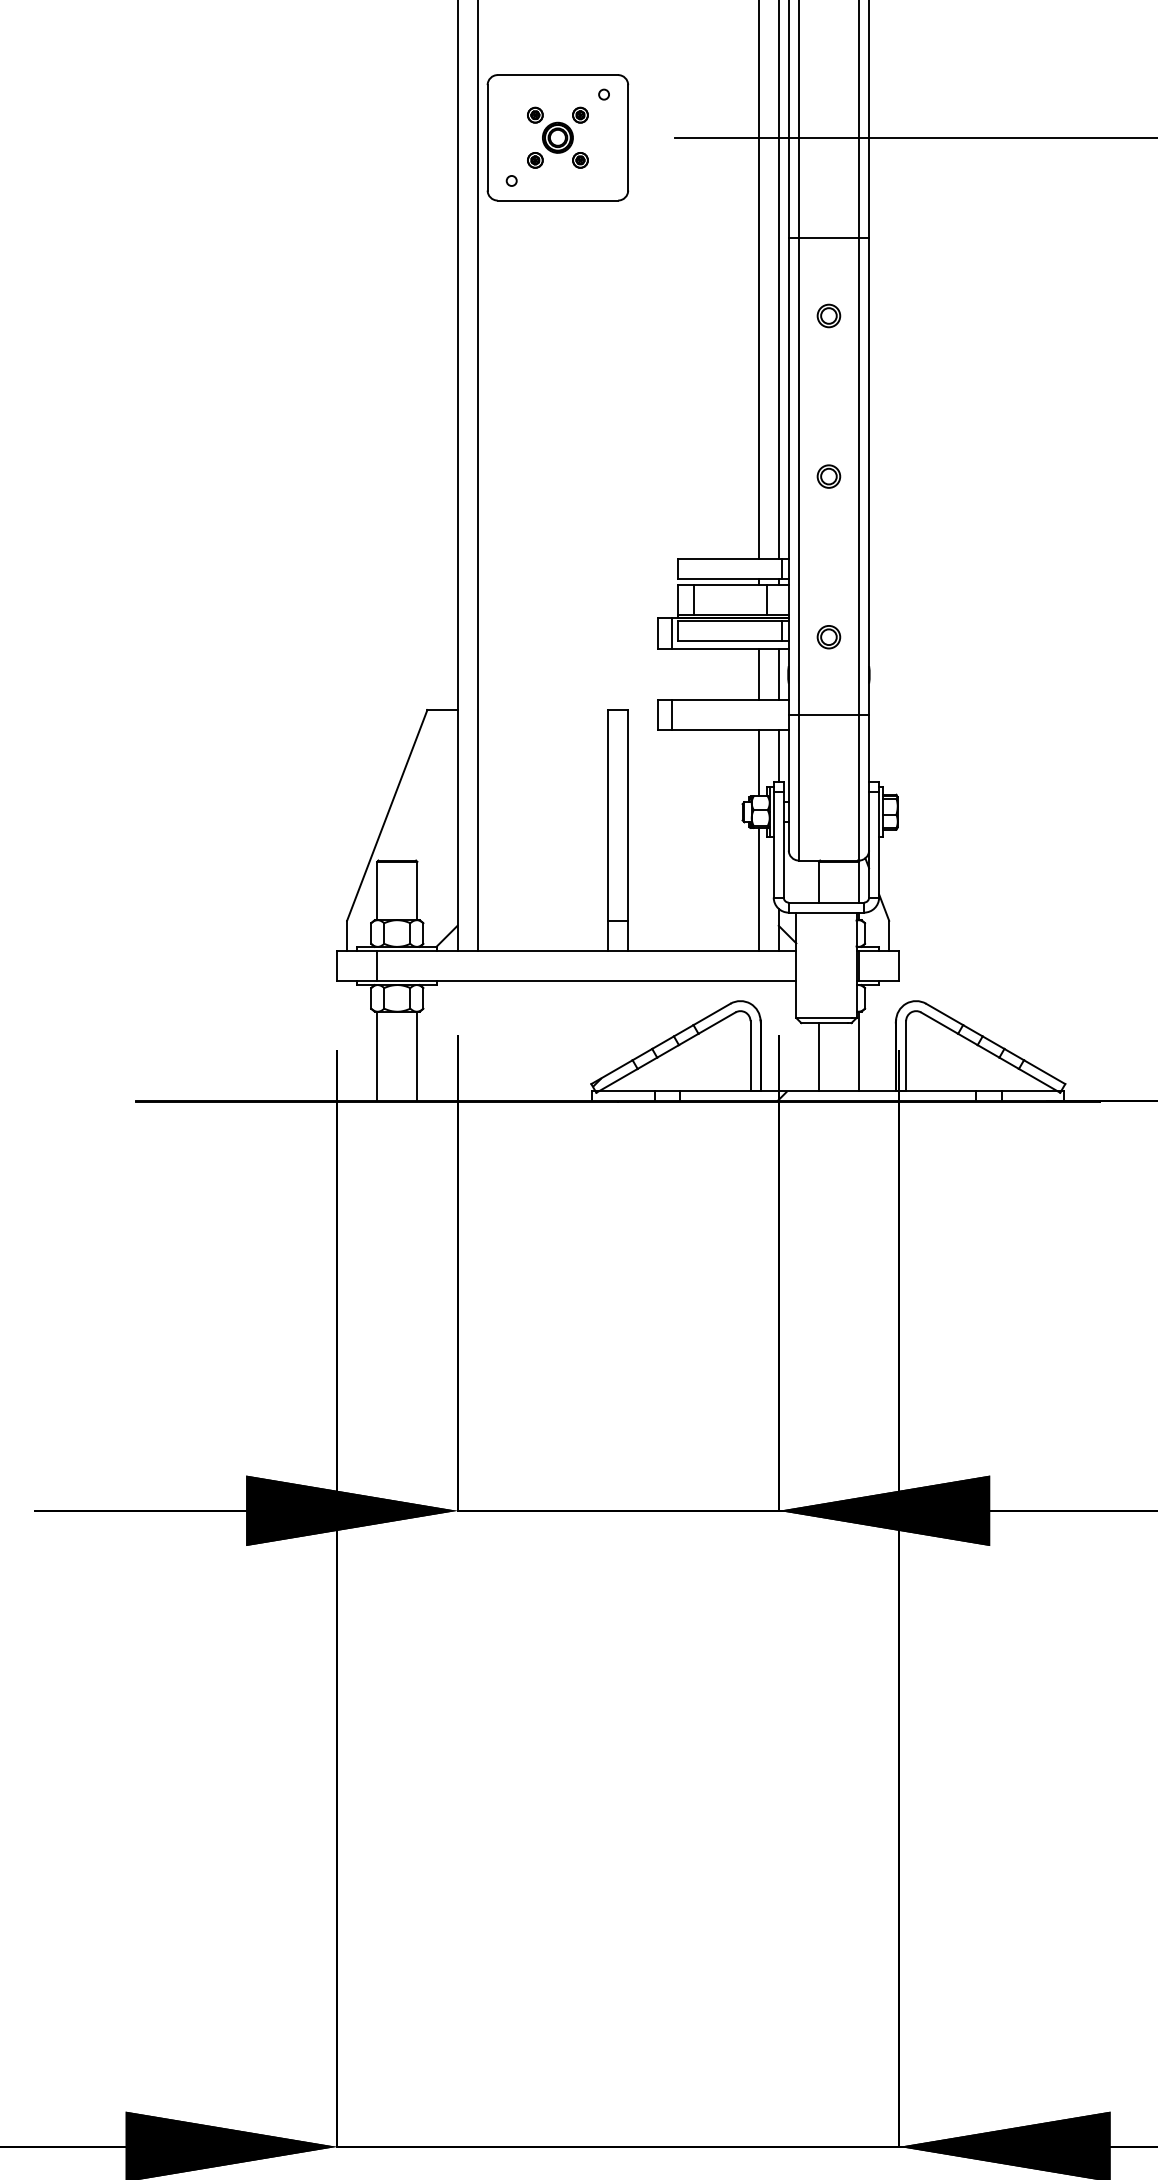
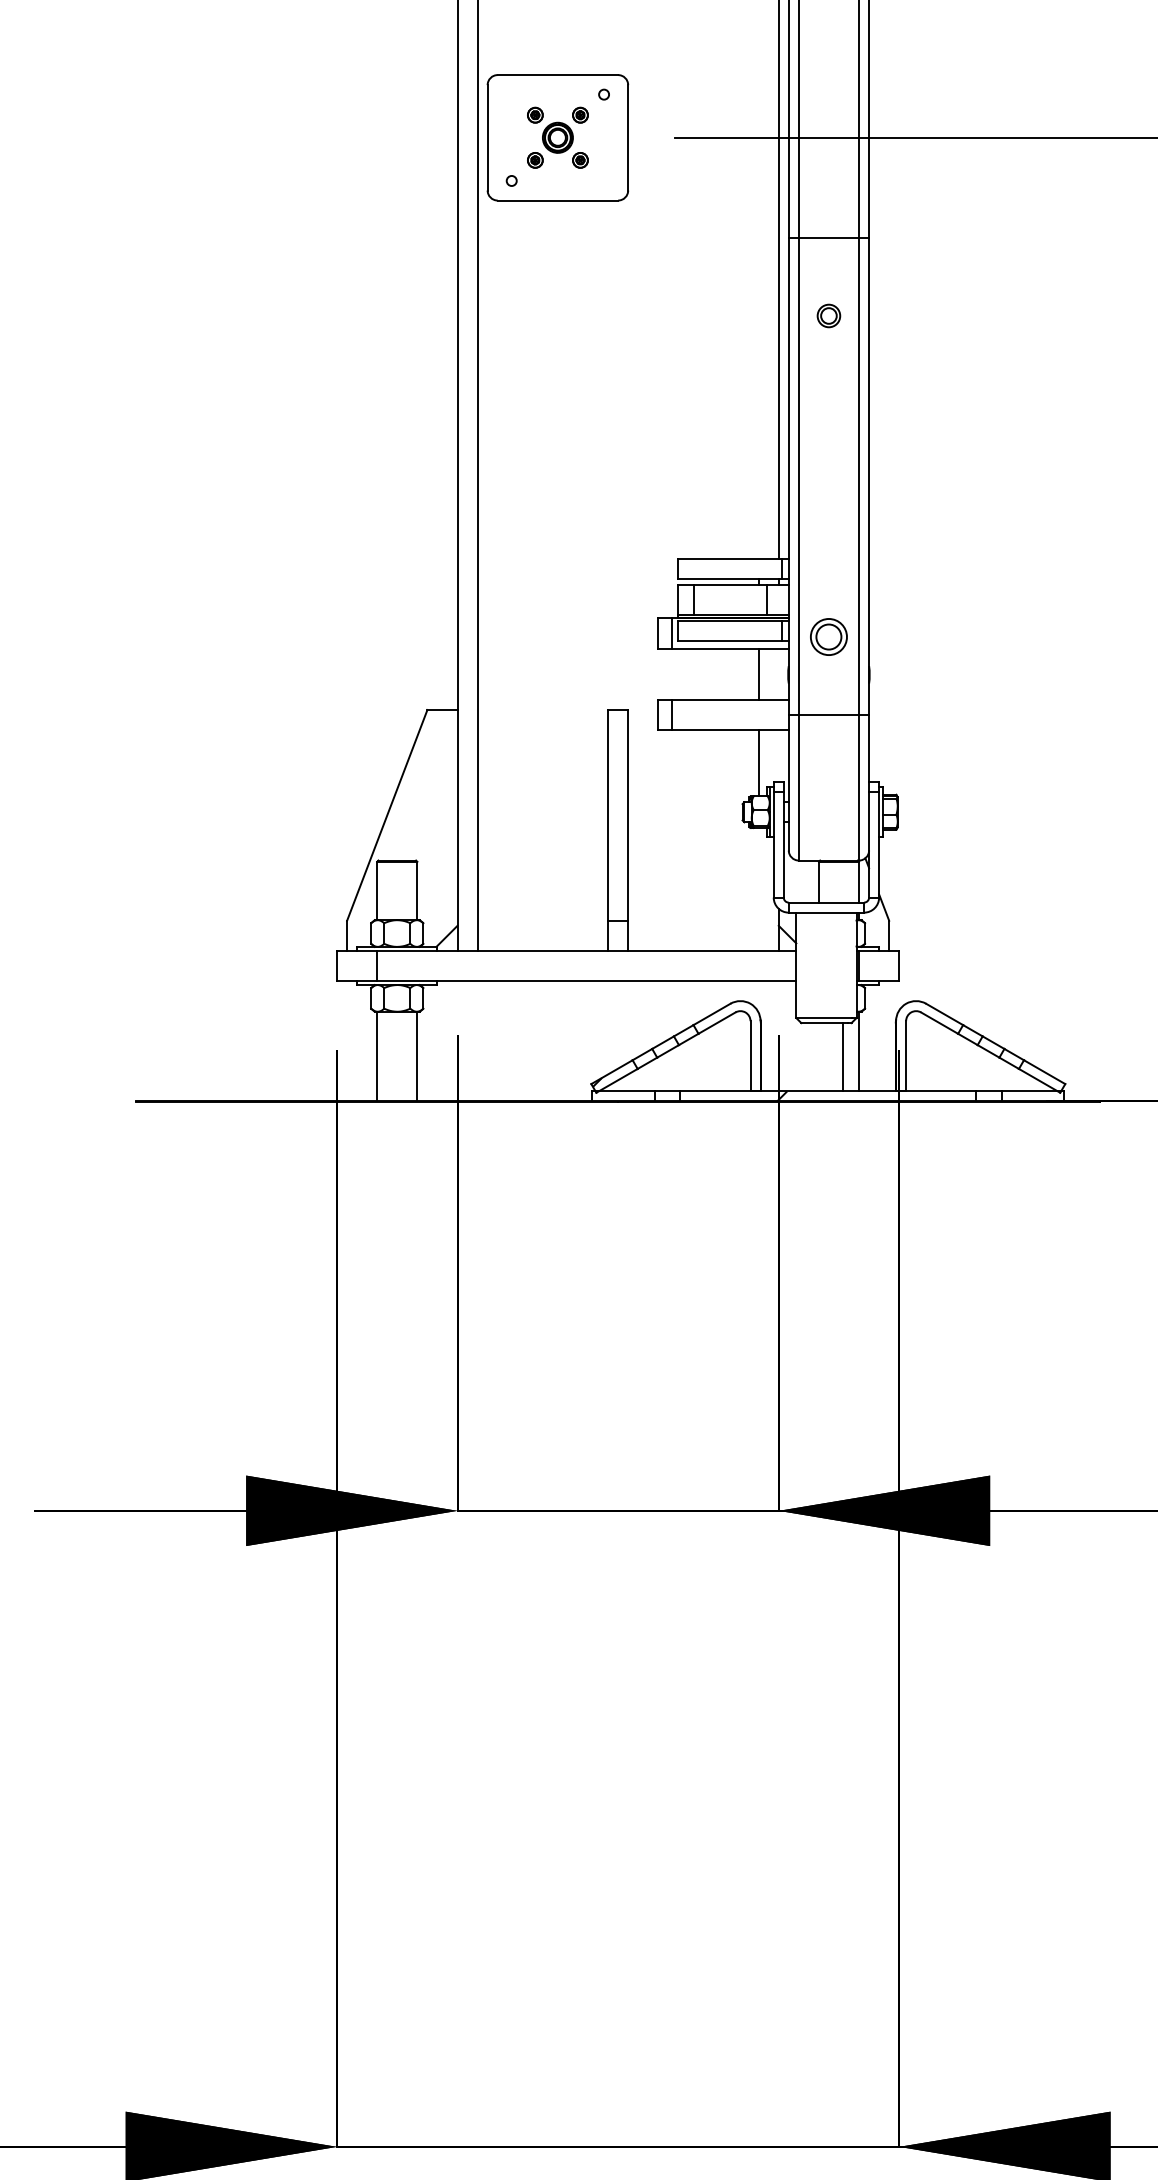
line at (758, 280): present -> none
part at (828, 476): present -> none
part at (828, 637) size: 26x25 px -> 38x38 px
line at (778, 673): present -> none
line at (778, 756): present -> none
line at (758, 889): present -> none
line at (818, 1057) position: (818, 1057) -> (842, 1057)
